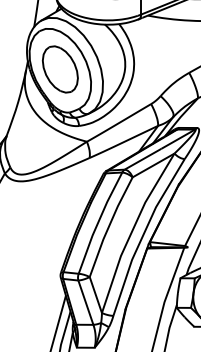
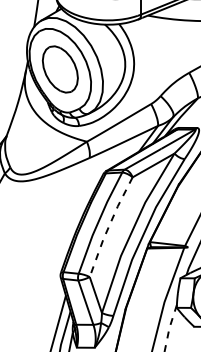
line at (109, 226): solid -> dashed
line at (169, 327): solid -> dashed
